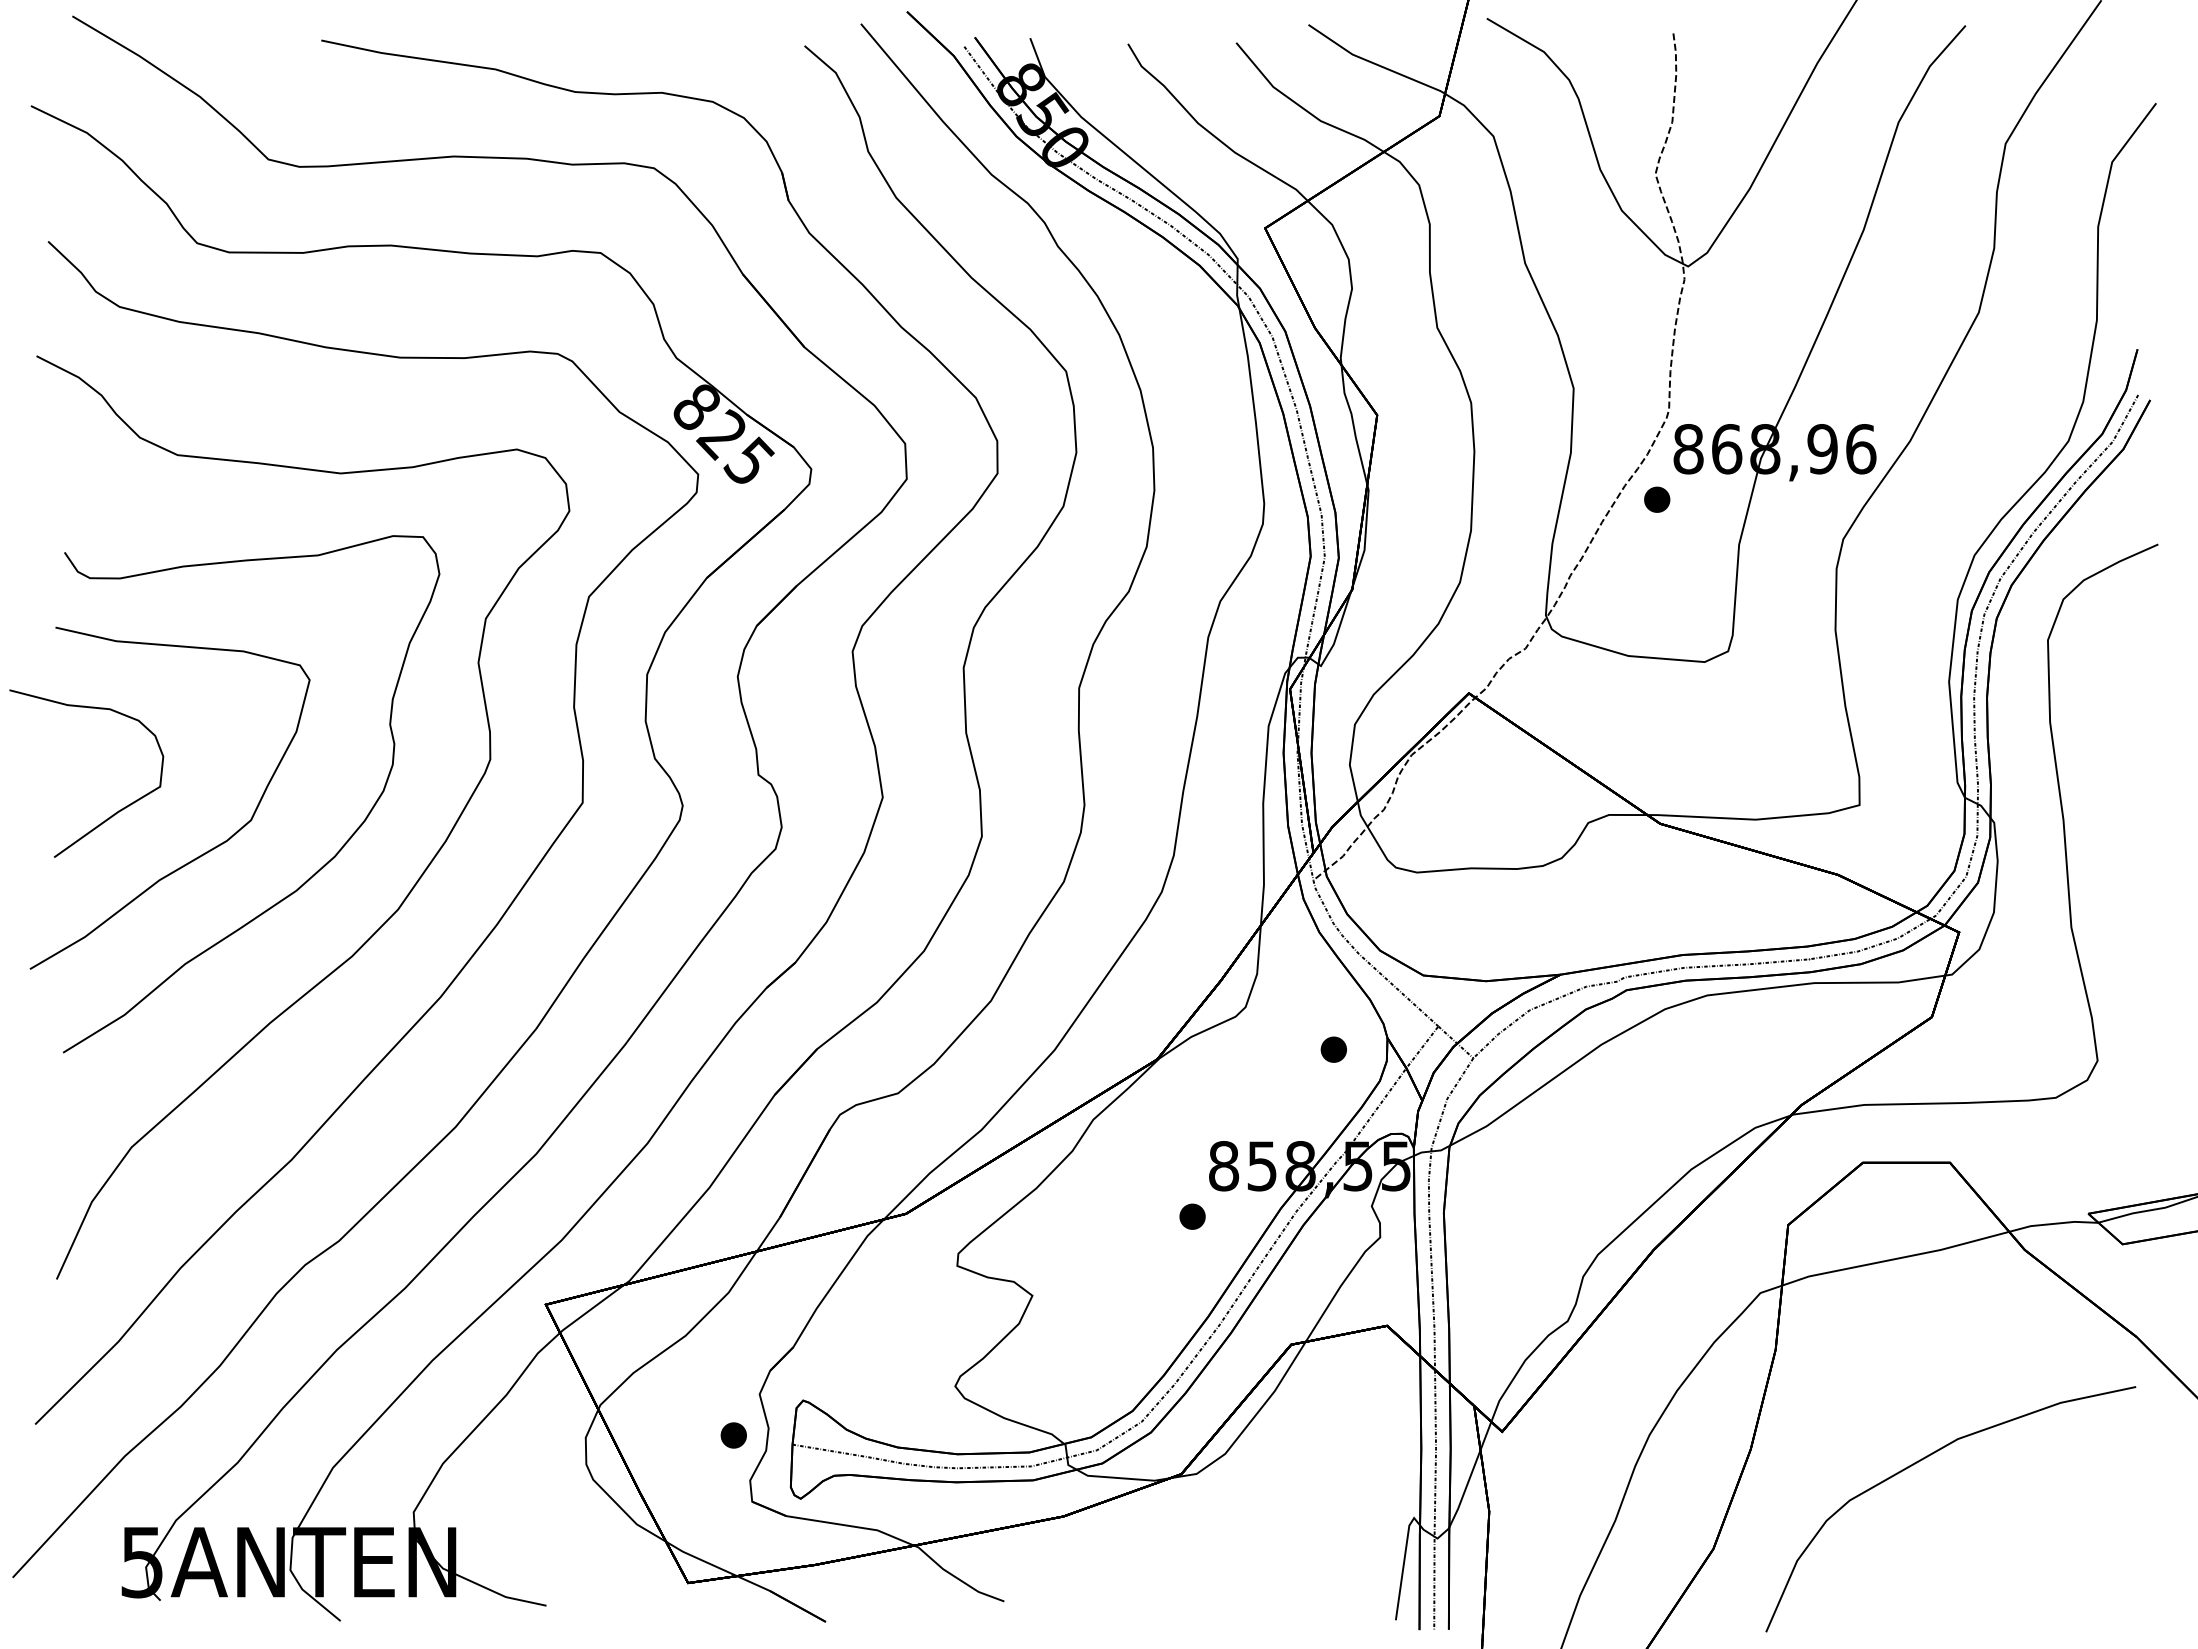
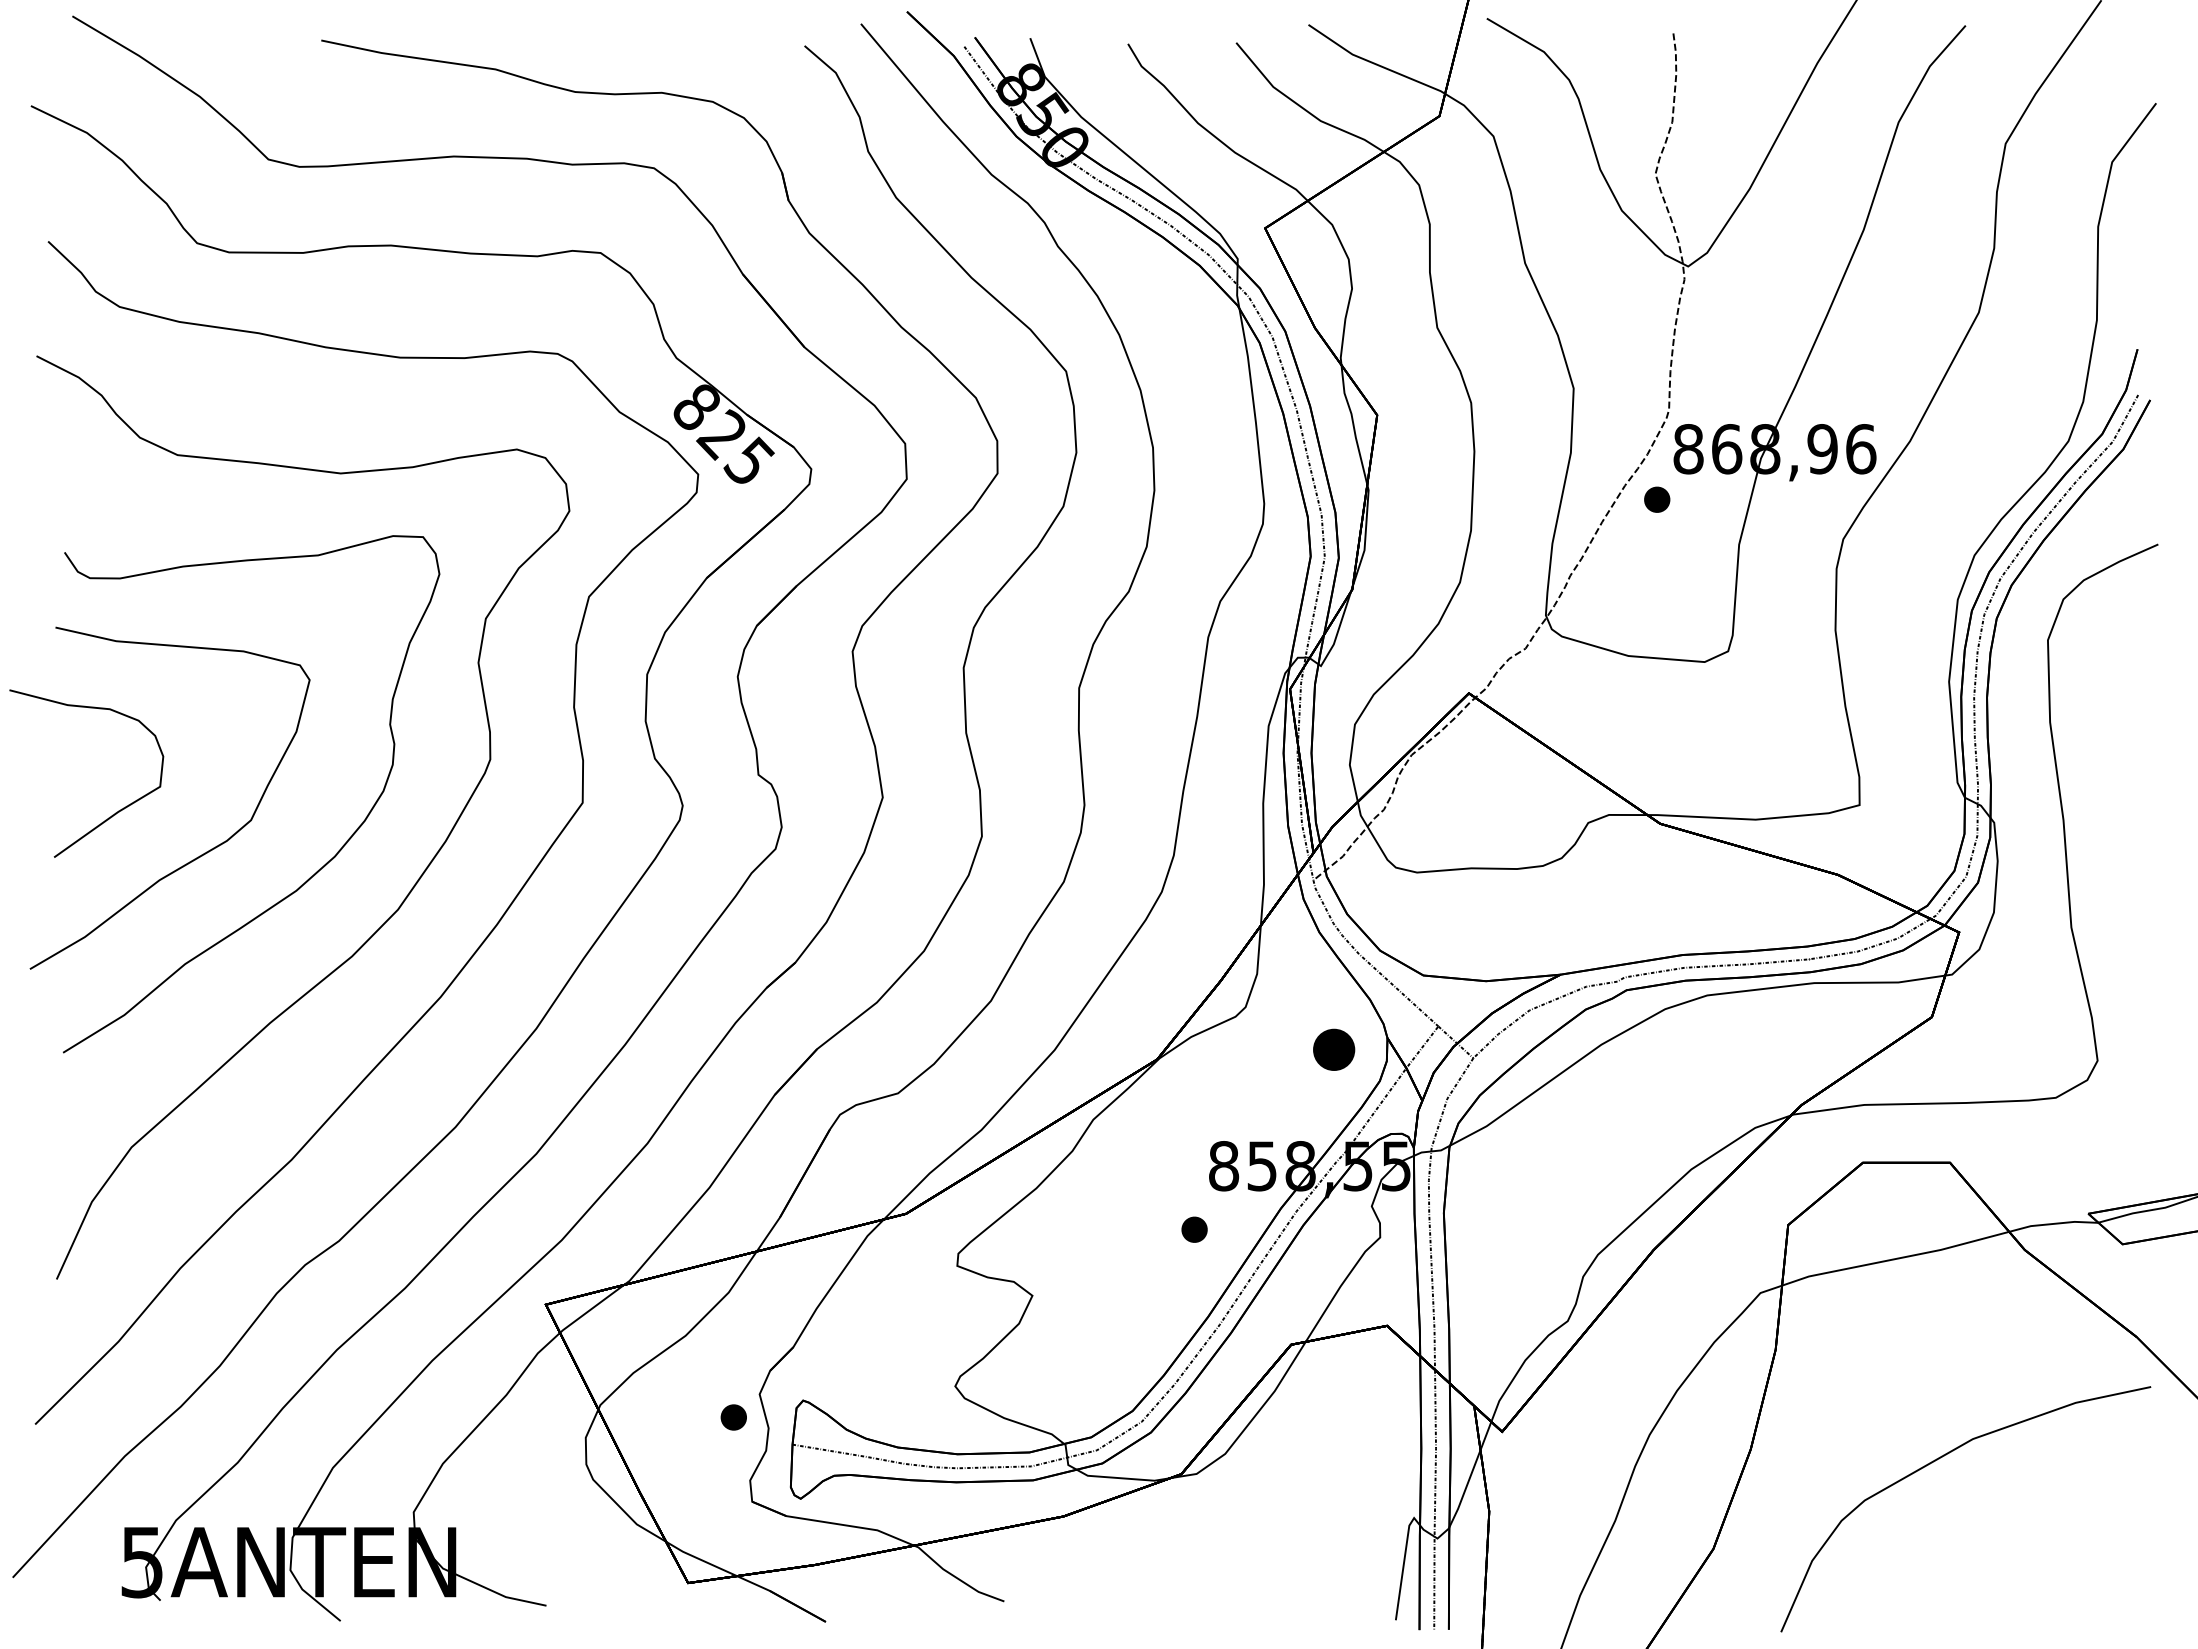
part at (1333, 1049) size: 27x27 px -> 43x43 px
part at (1192, 1216) position: (1192, 1216) -> (1194, 1229)
part at (733, 1435) position: (733, 1435) -> (733, 1417)
curve at (1924, 1459) position: (1924, 1459) -> (1939, 1459)
